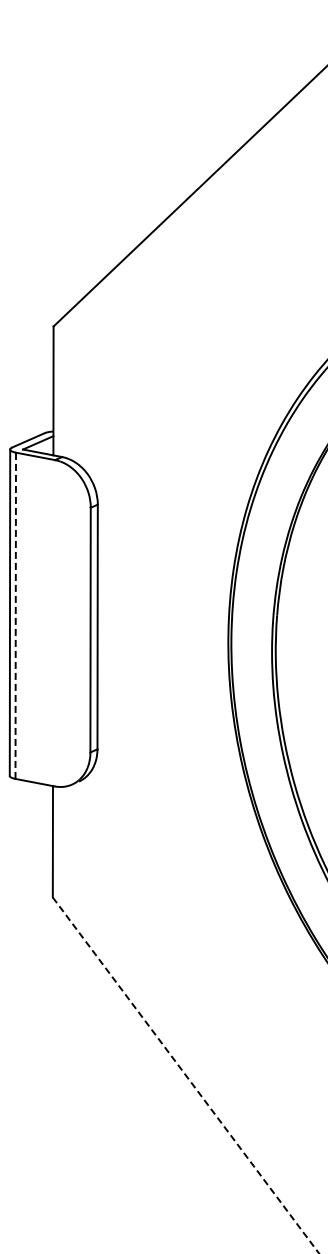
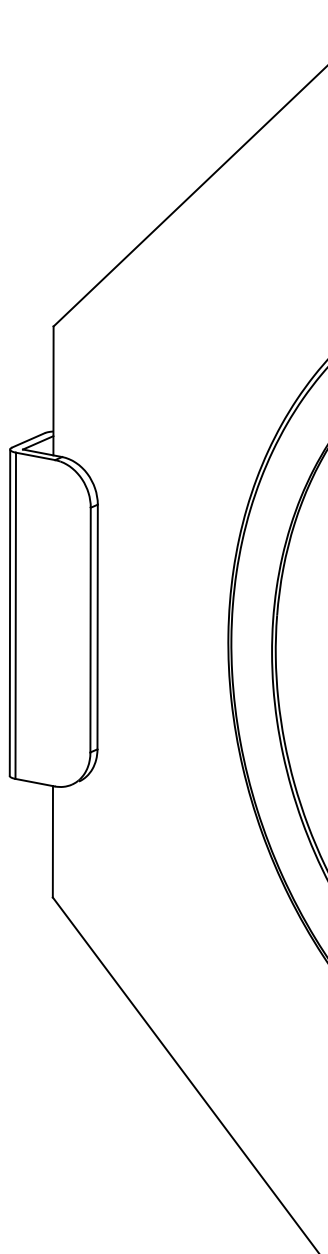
line at (15, 615): dashed -> solid
line at (186, 1075): dashed -> solid
